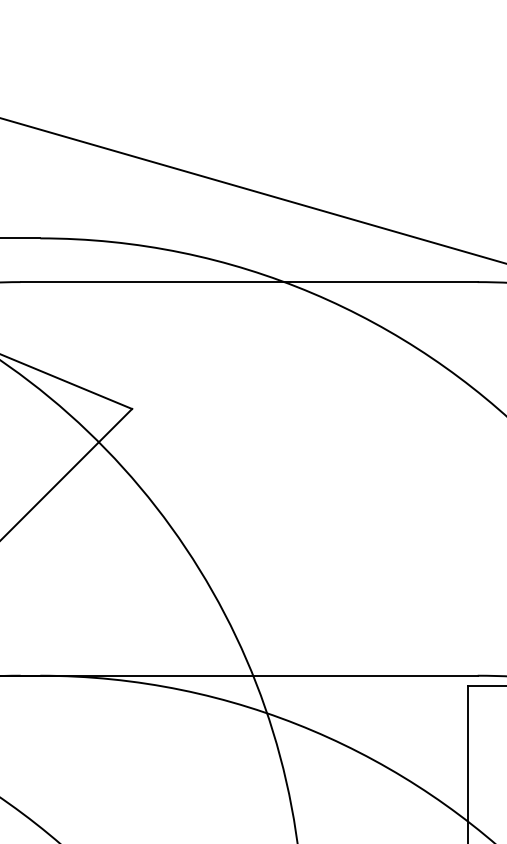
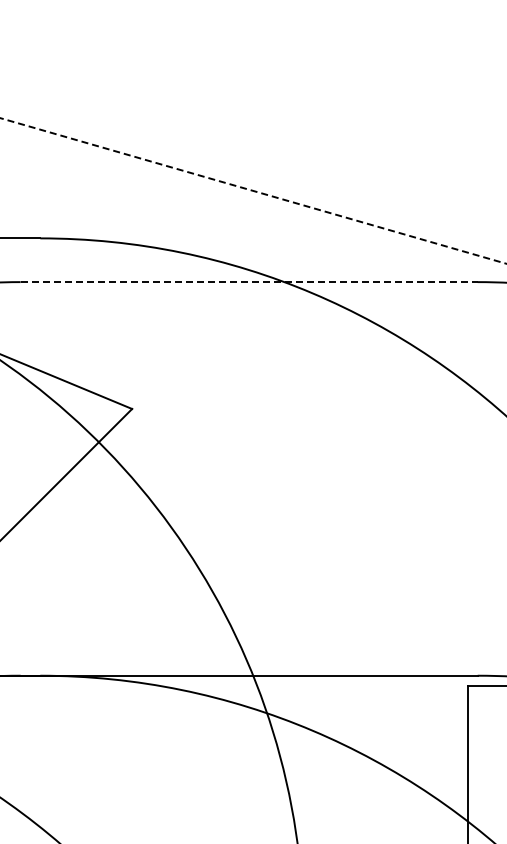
line at (252, 190): solid -> dashed
line at (249, 282): solid -> dashed
